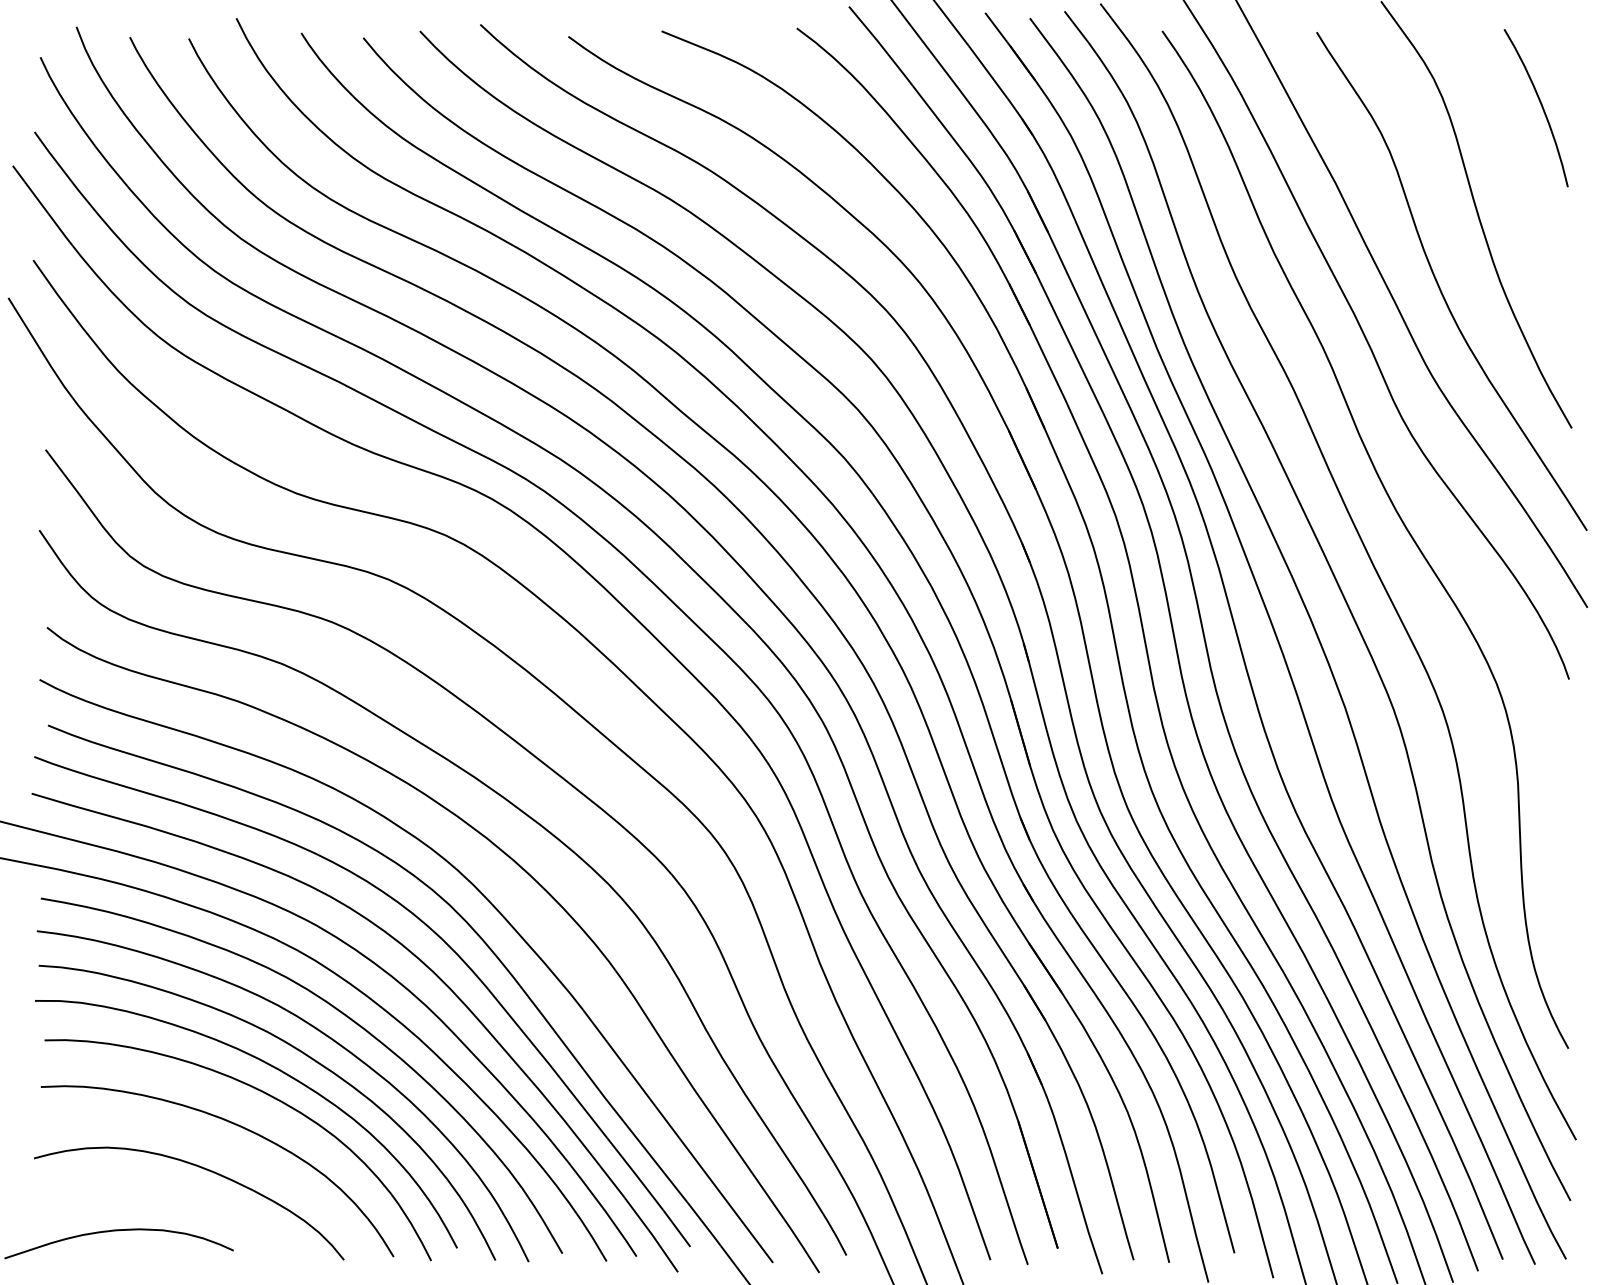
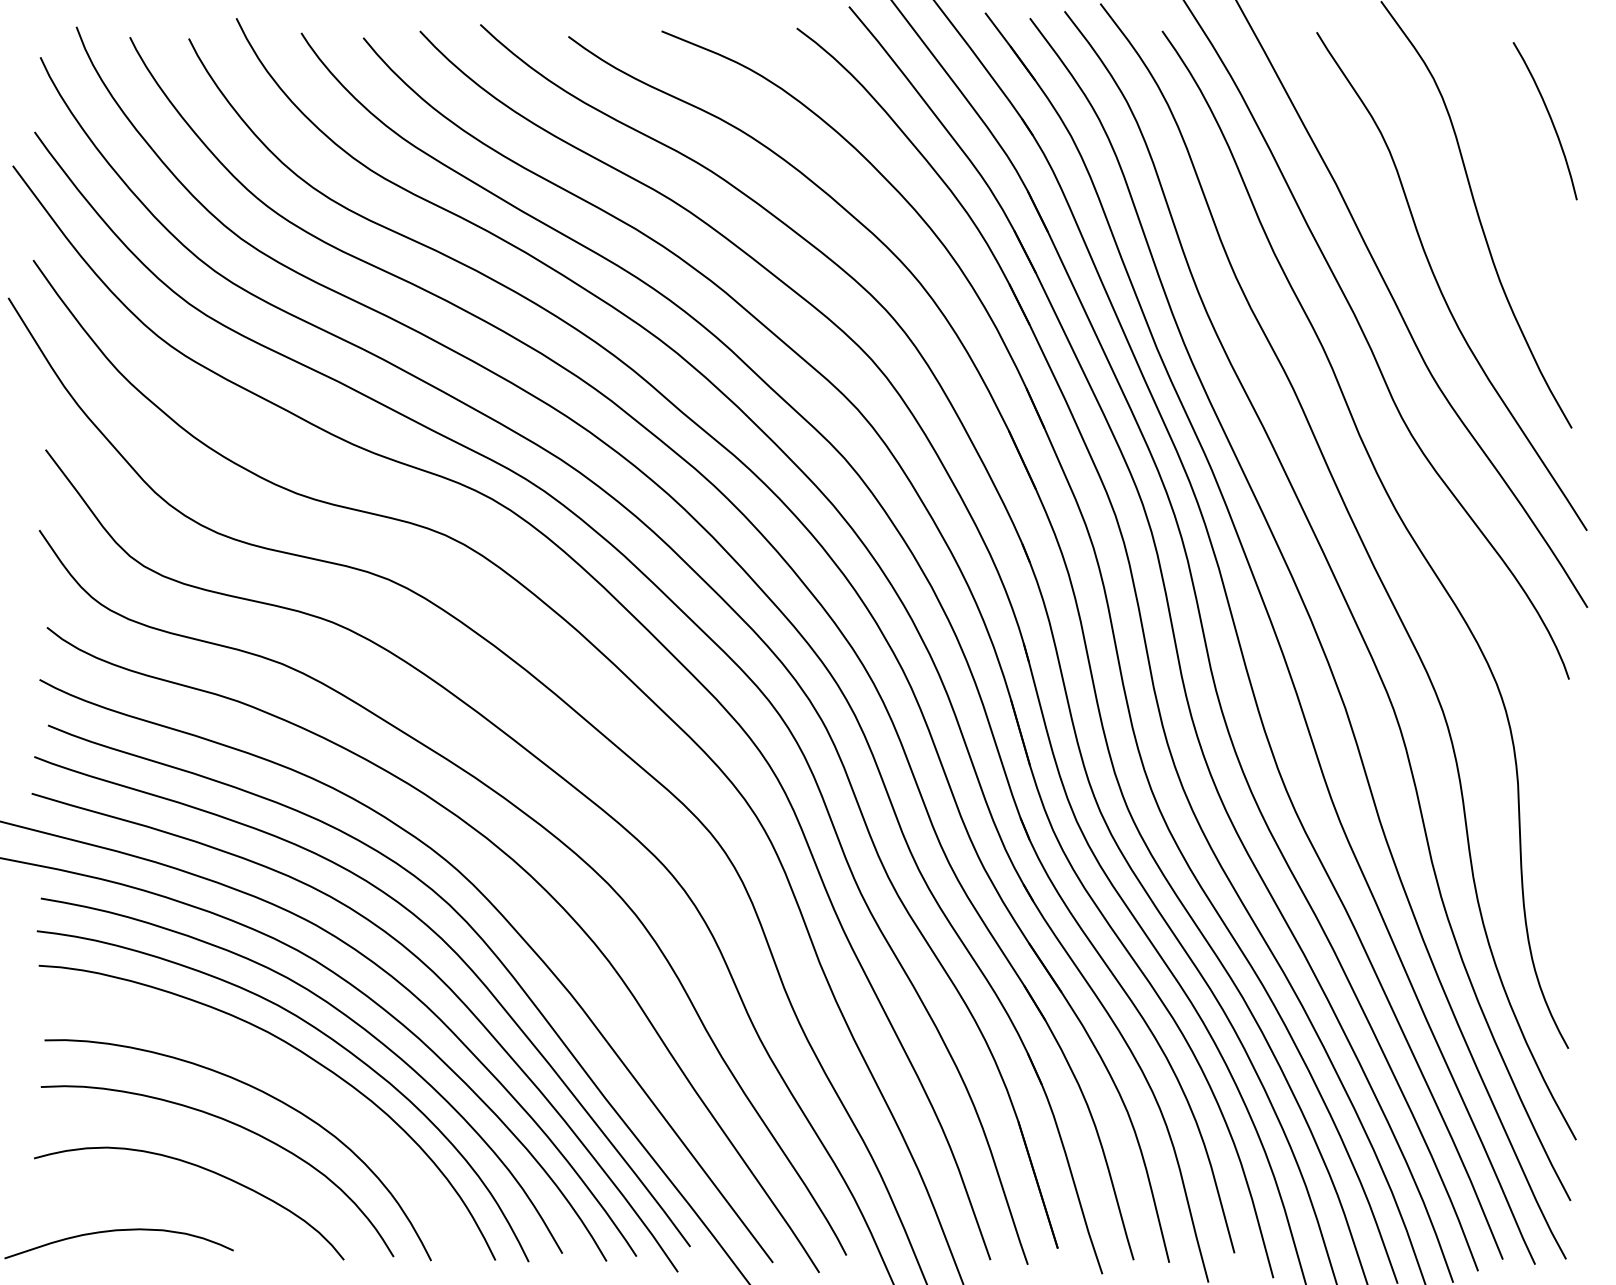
curve at (1541, 107) position: (1541, 107) -> (1550, 120)
curve at (279, 1071): present -> none
